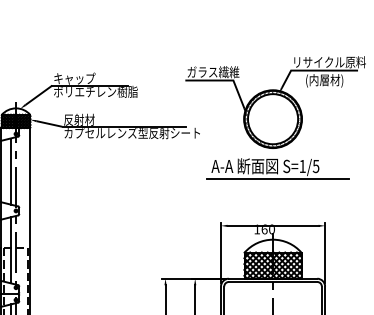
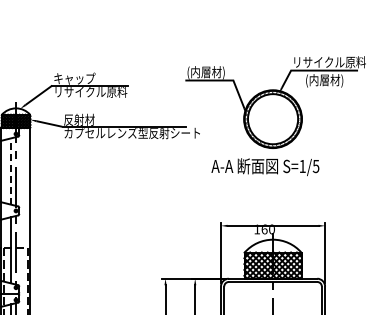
text at (213, 72): ガラス繊維 -> (内層材)
text at (95, 91): ポリエチレン樹脂 -> リサイクル原料
line at (10, 171): solid -> dashed
line at (277, 179): present -> none
